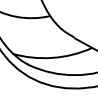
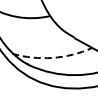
arc at (52, 57): solid -> dashed
